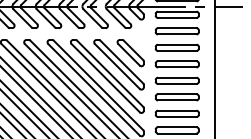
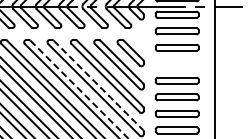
part at (176, 64): present -> none
line at (98, 85): solid -> dashed
line at (79, 90): solid -> dashed
